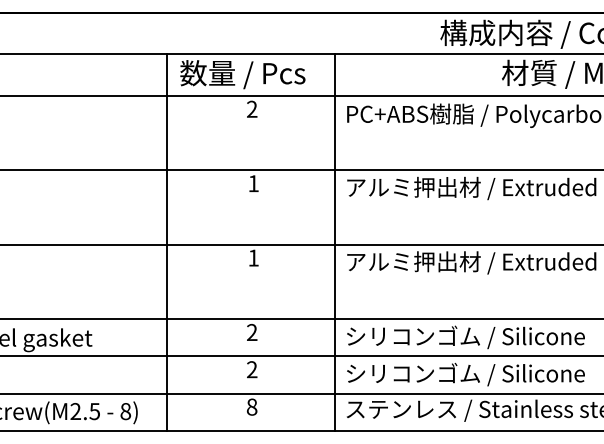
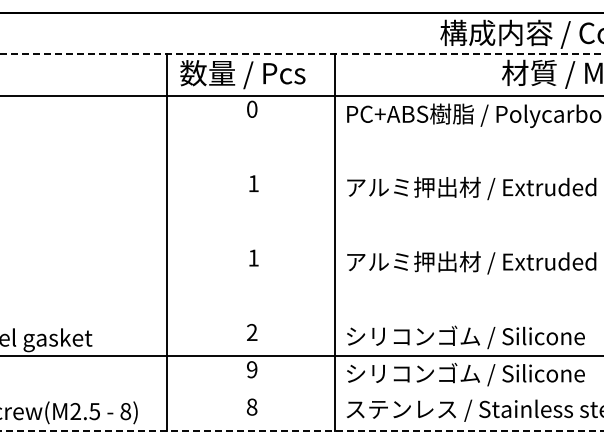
line at (301, 53): solid -> dashed
text at (252, 108): 2 -> 0
line at (301, 170): present -> none
line at (301, 244): present -> none
line at (301, 319): present -> none
text at (252, 369): 2 -> 9
line at (301, 393): present -> none
line at (302, 430): solid -> dashed
